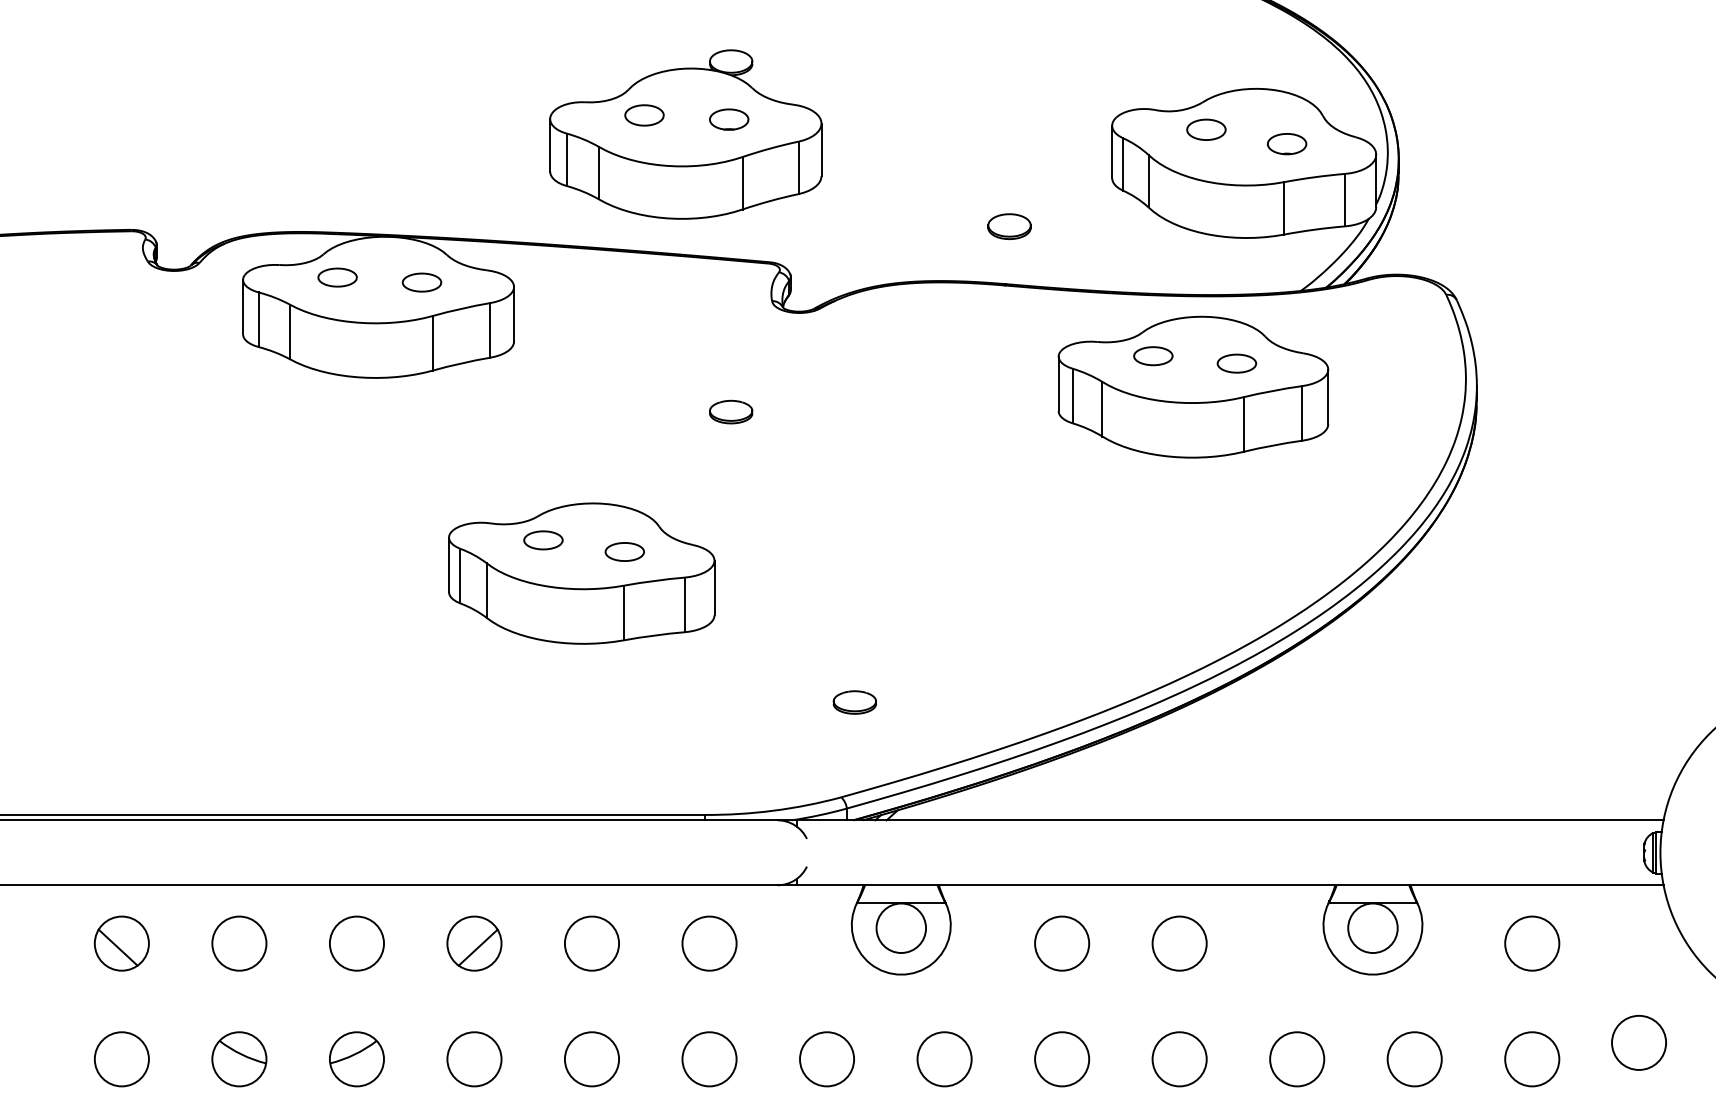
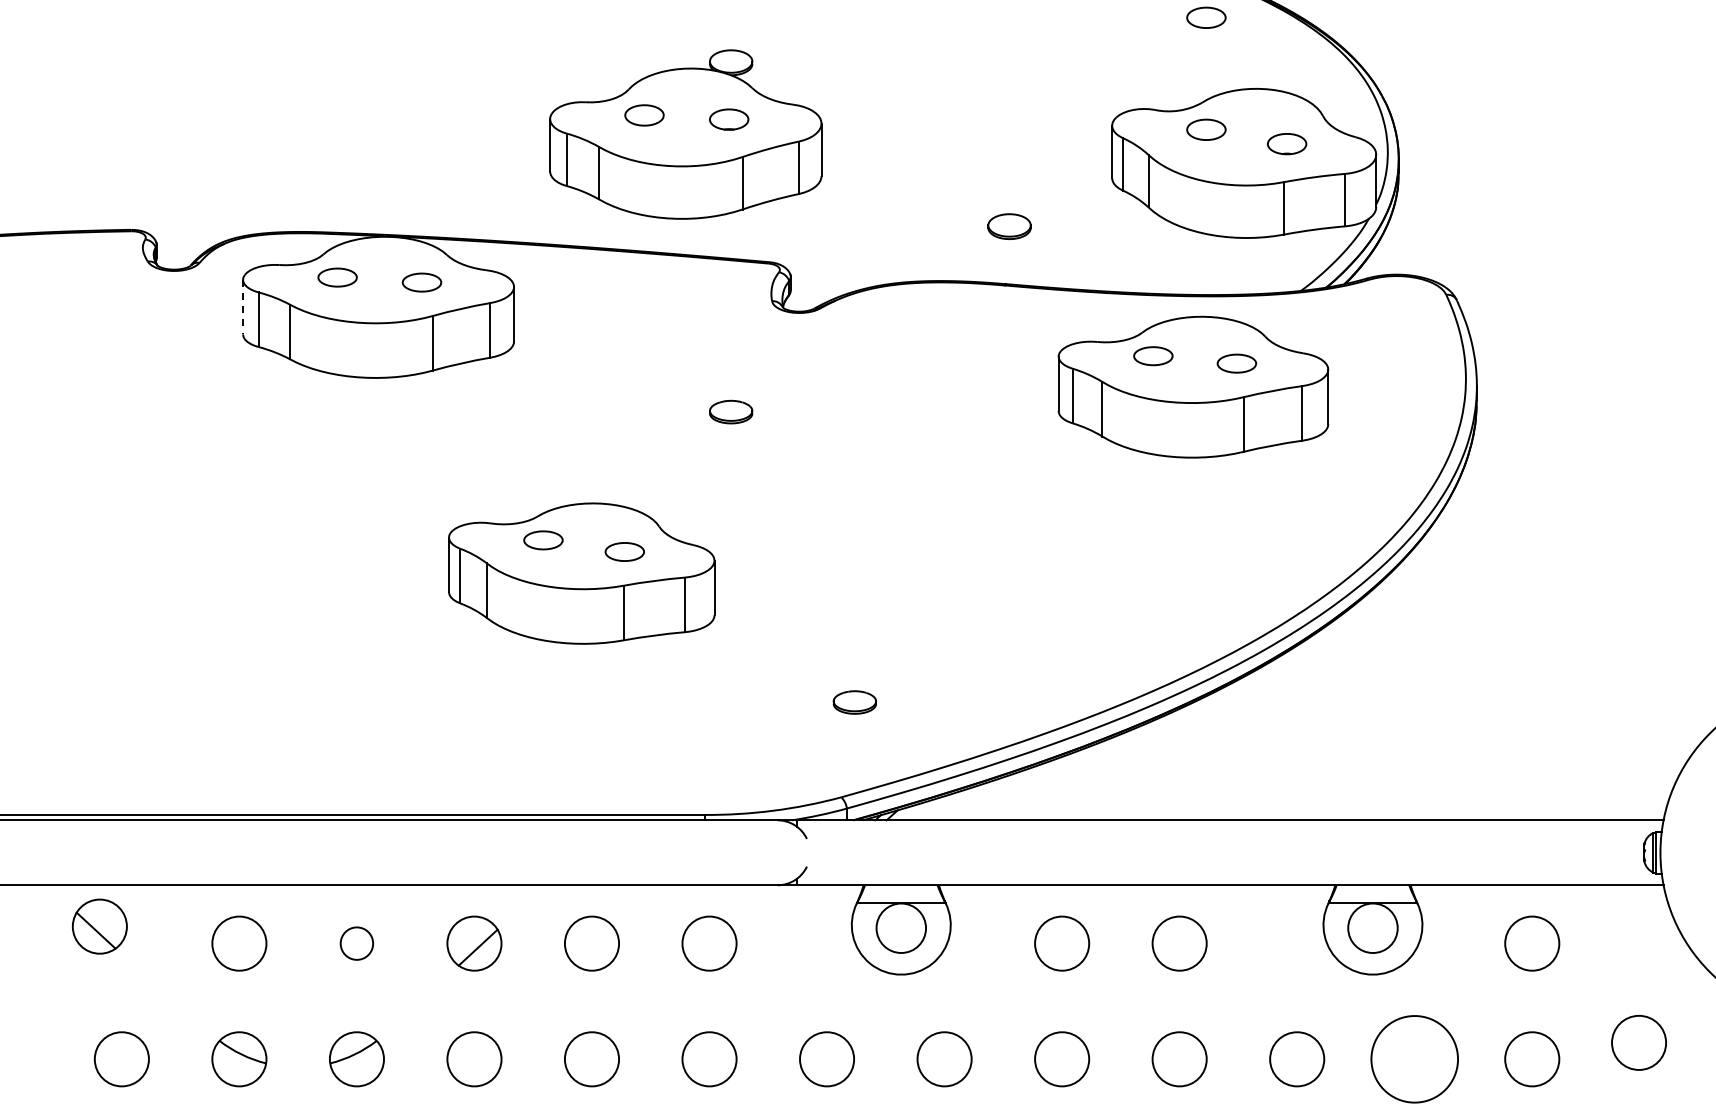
part at (1206, 17): none -> present
line at (243, 307): solid -> dashed
part at (121, 943) position: (121, 943) -> (99, 926)
circle at (356, 943) diameter: 54 px -> 32 px
circle at (1414, 1059) diameter: 54 px -> 87 px
